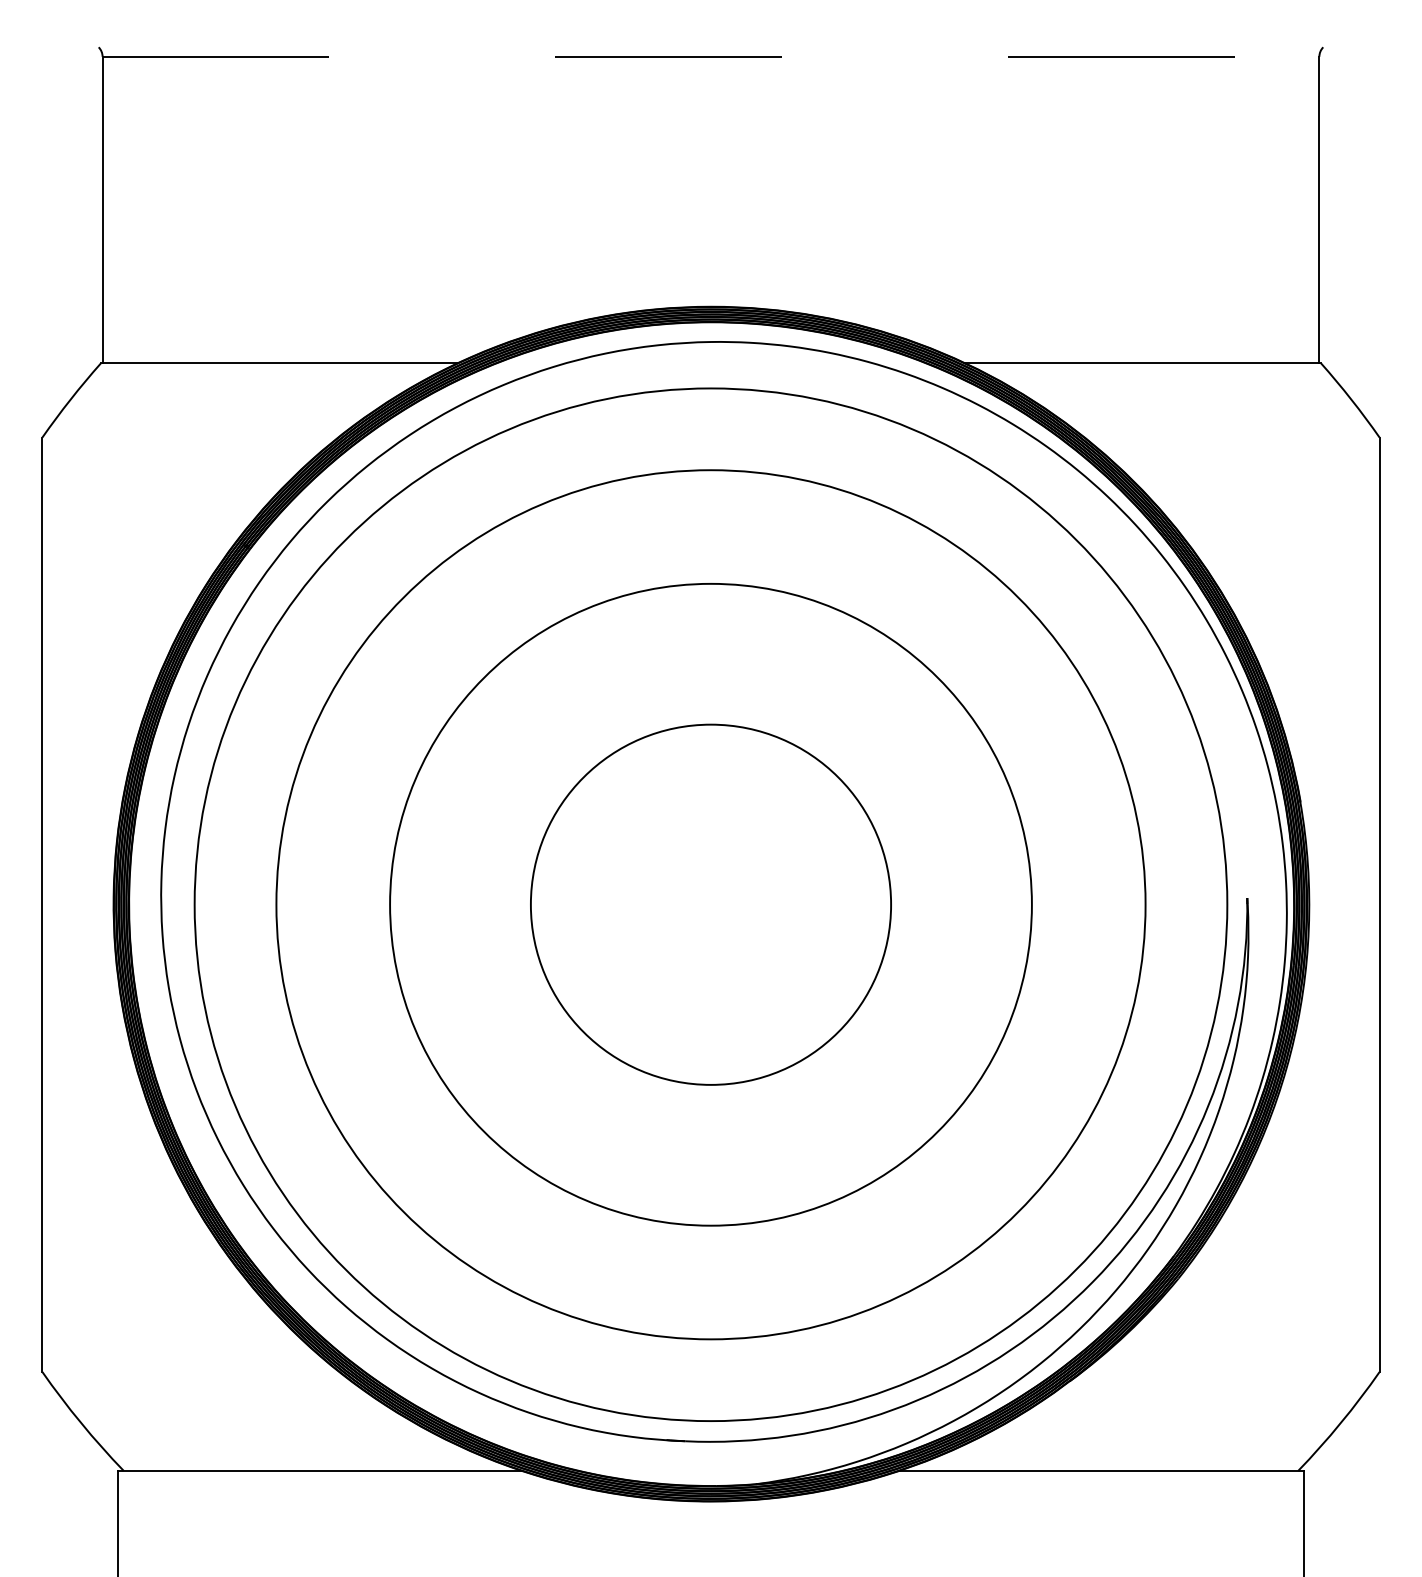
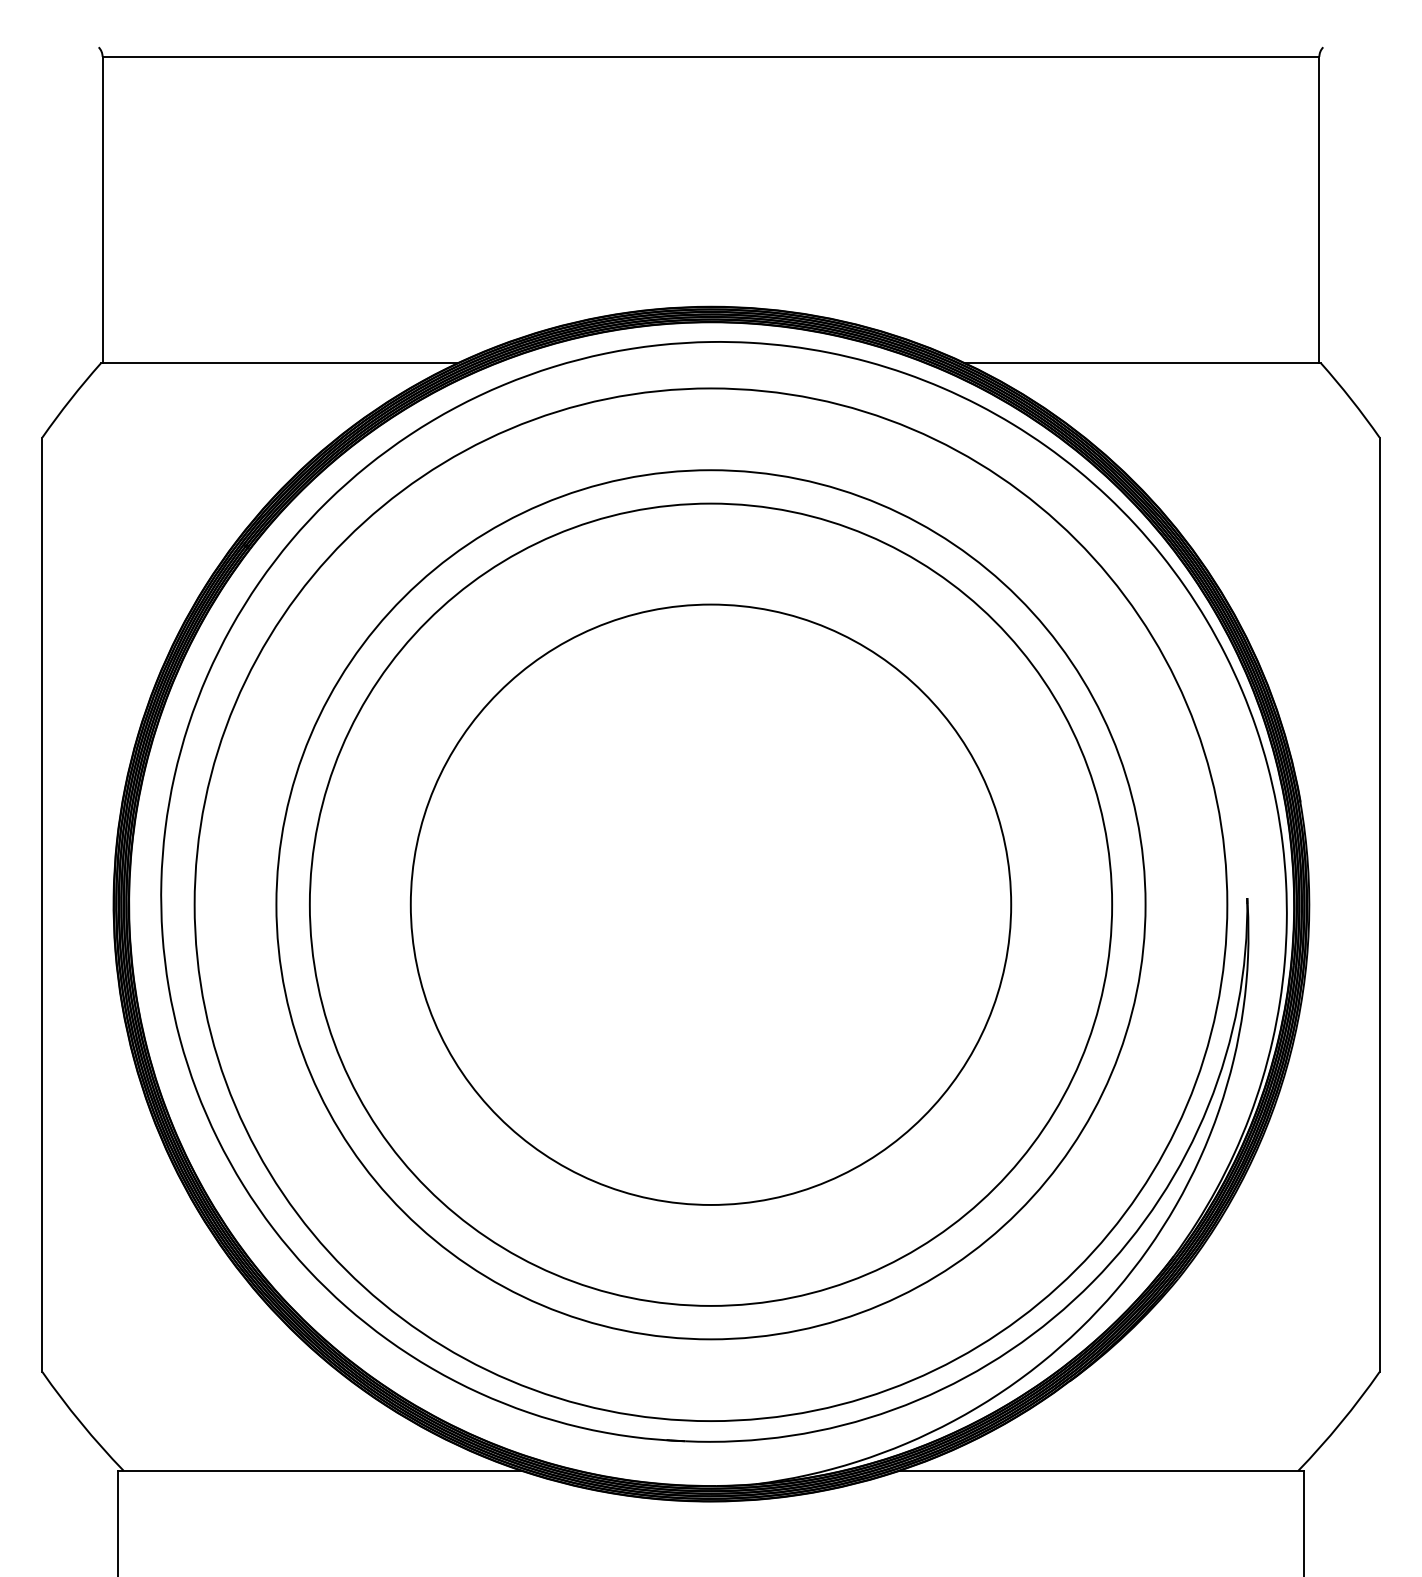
line at (711, 56): dashed -> solid
circle at (710, 904) diameter: 360 px -> 600 px
circle at (710, 904) diameter: 642 px -> 802 px
